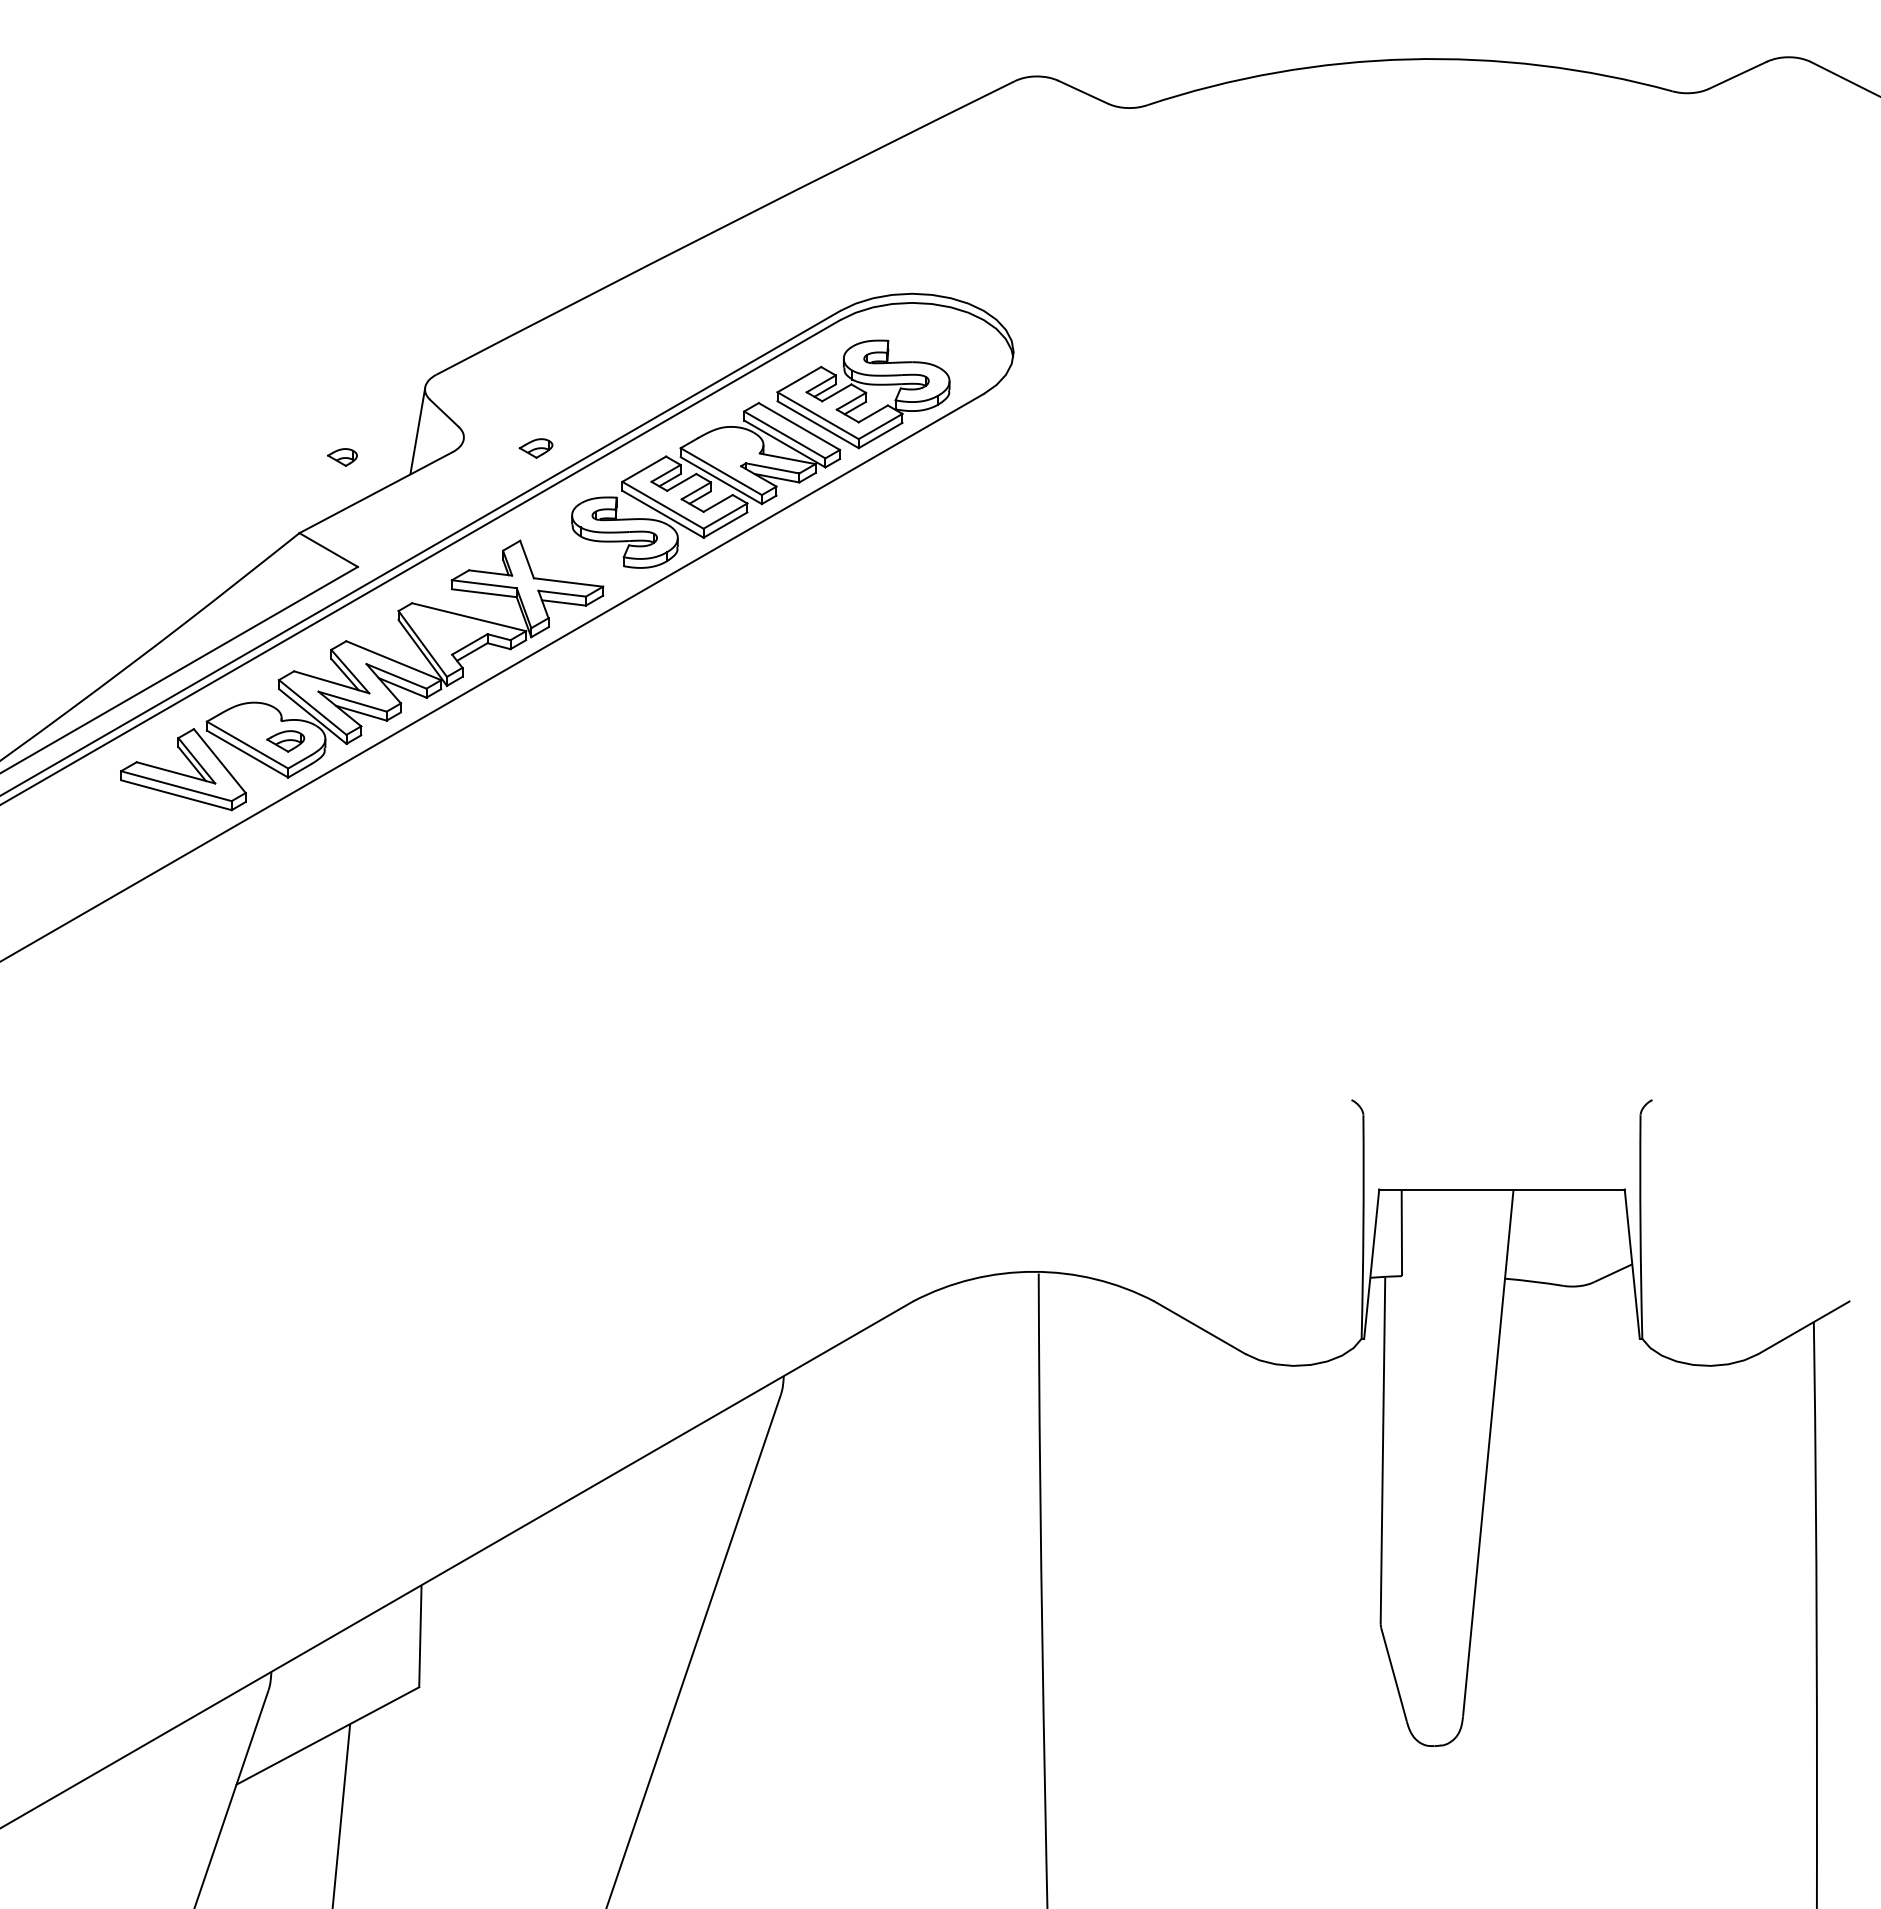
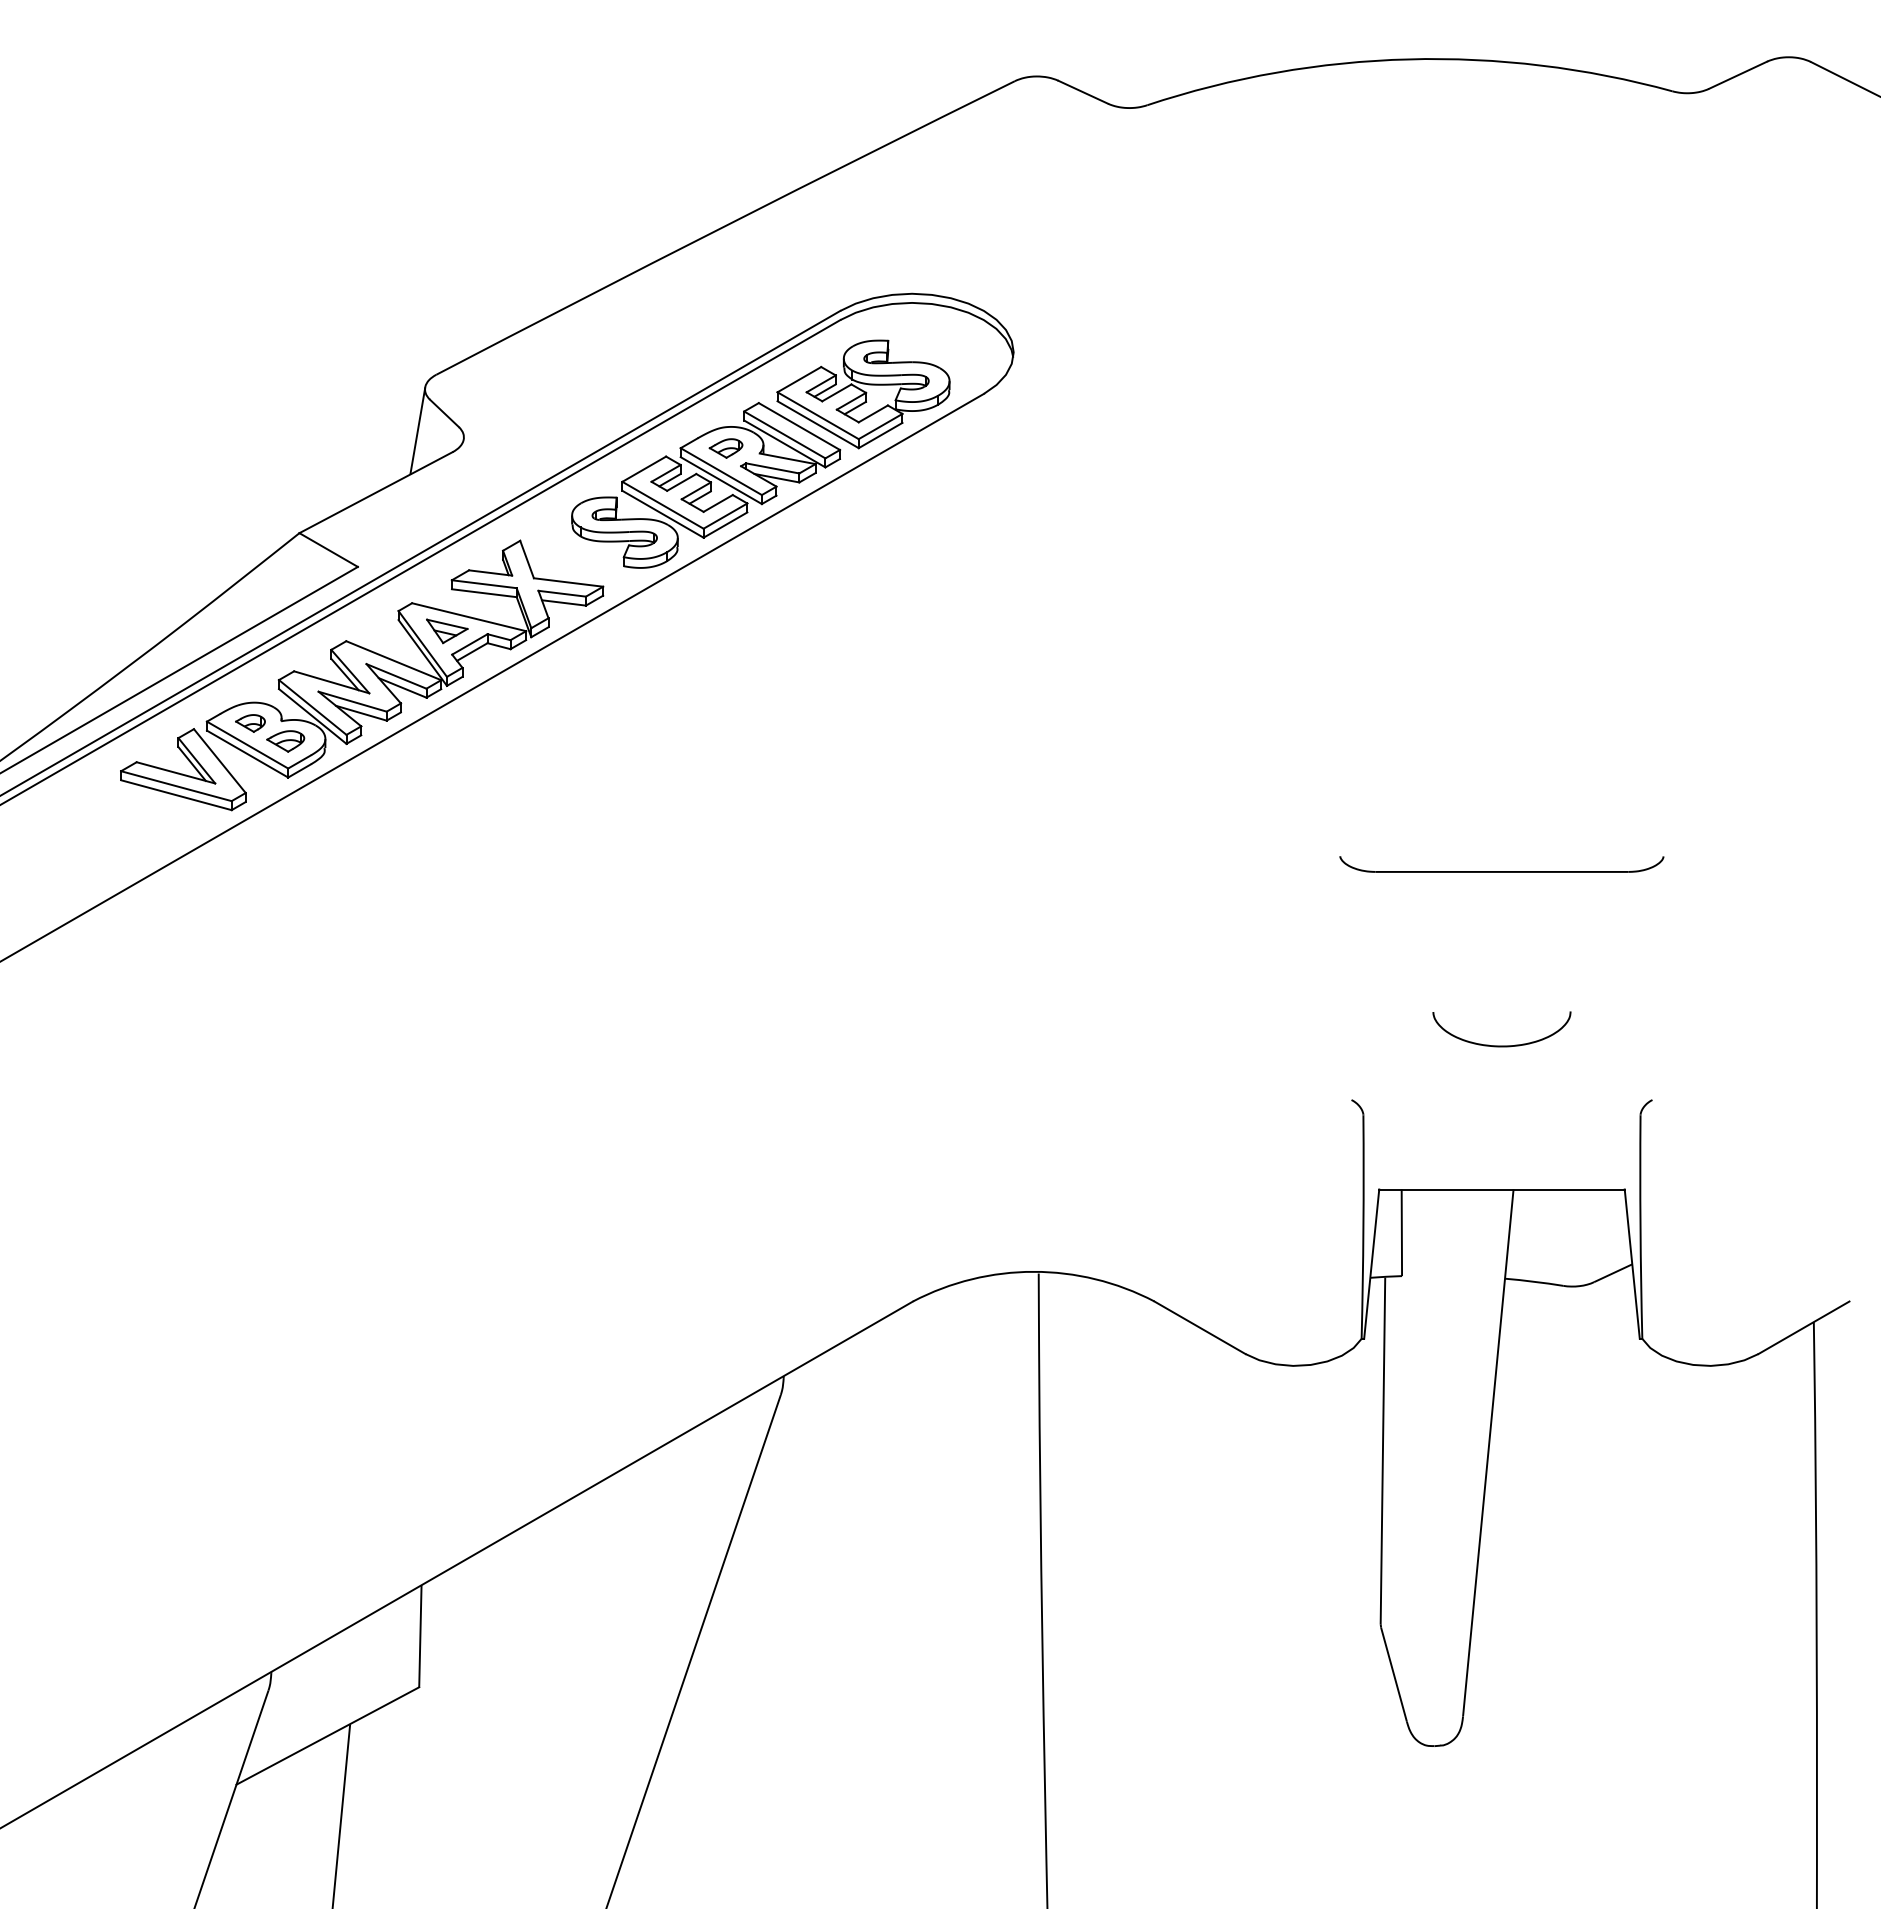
part at (535, 448) position: (535, 448) -> (725, 448)
part at (342, 457) position: (342, 457) -> (250, 723)
part at (447, 631): none -> present
part at (1501, 871): none -> present
curve at (1501, 1045): none -> present
